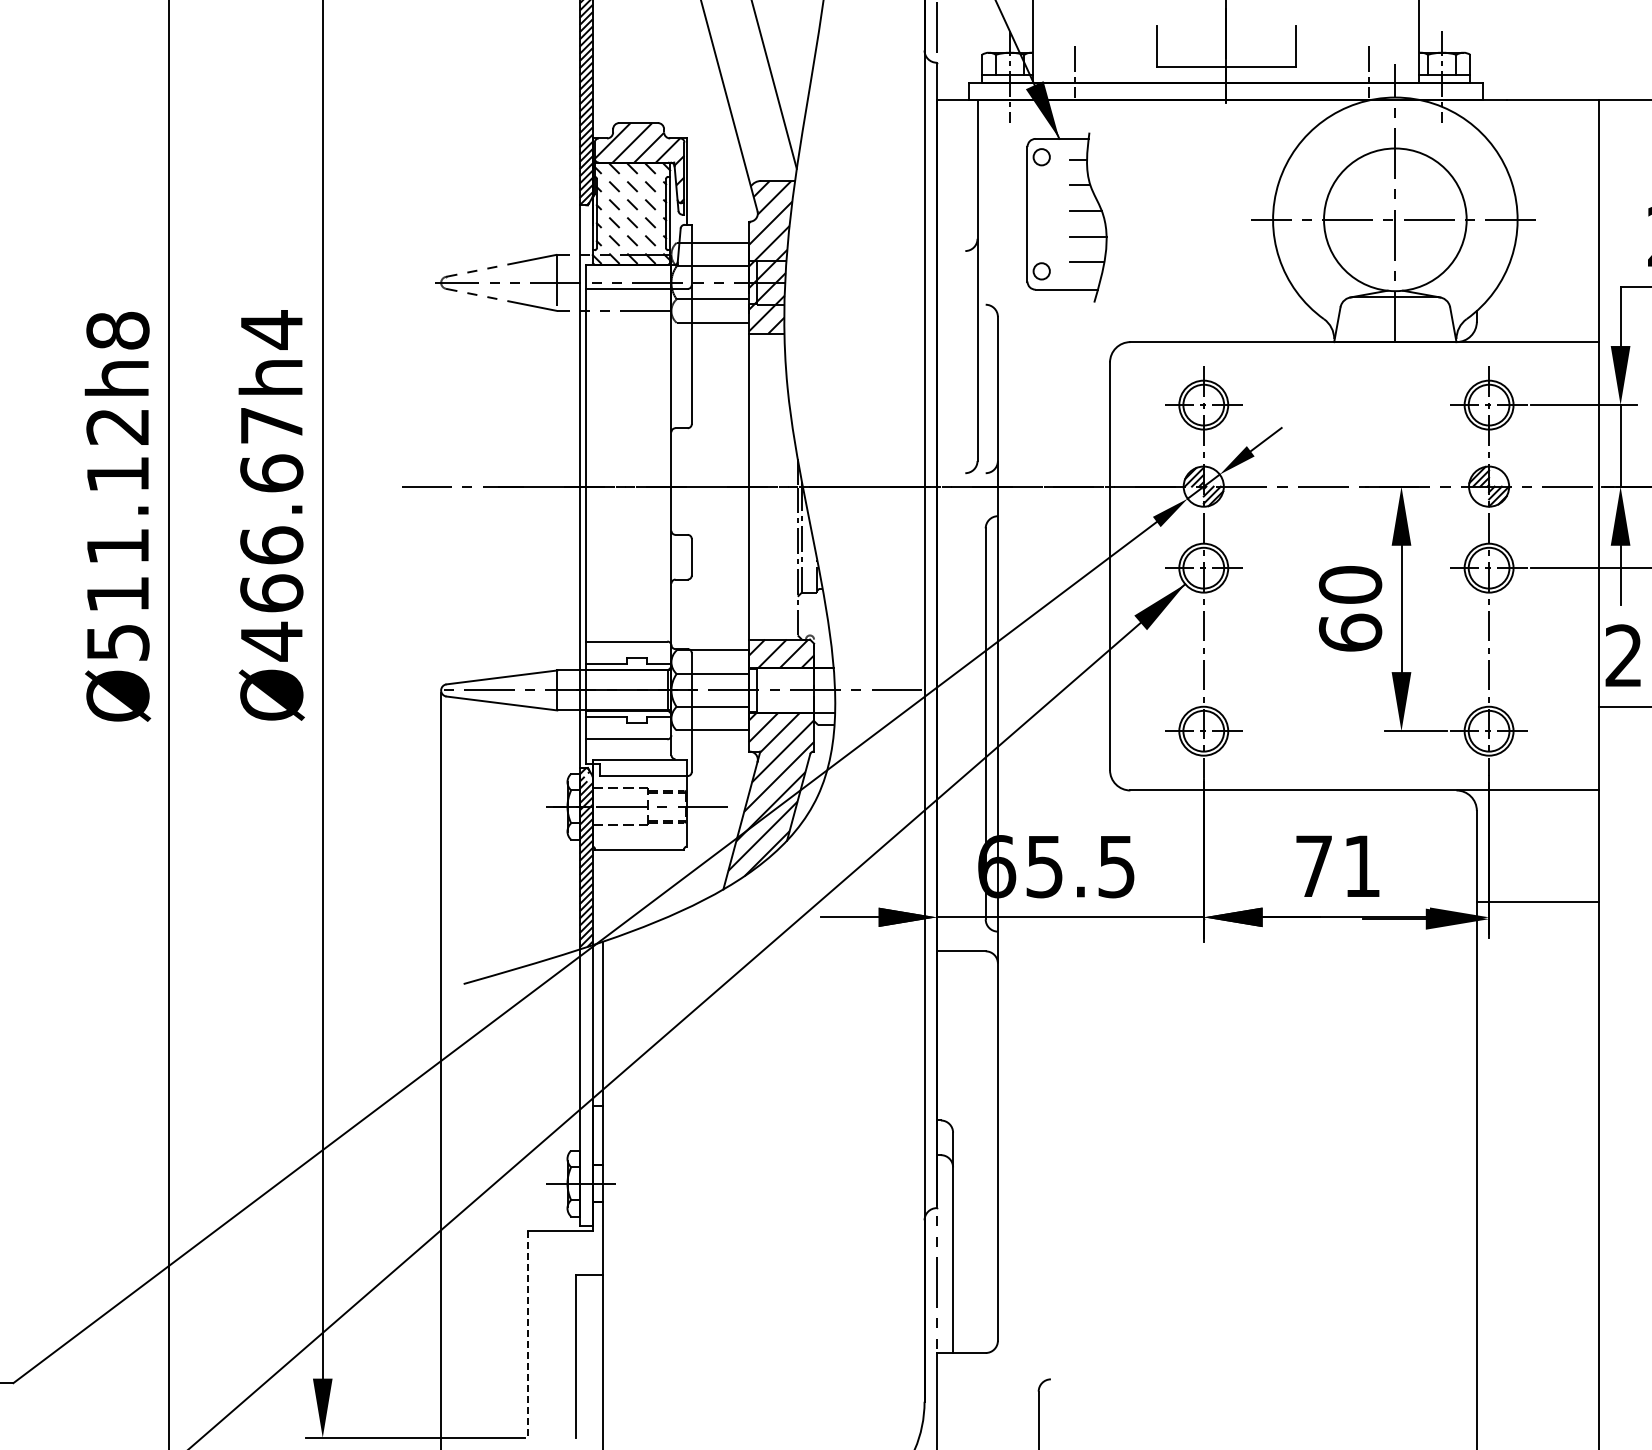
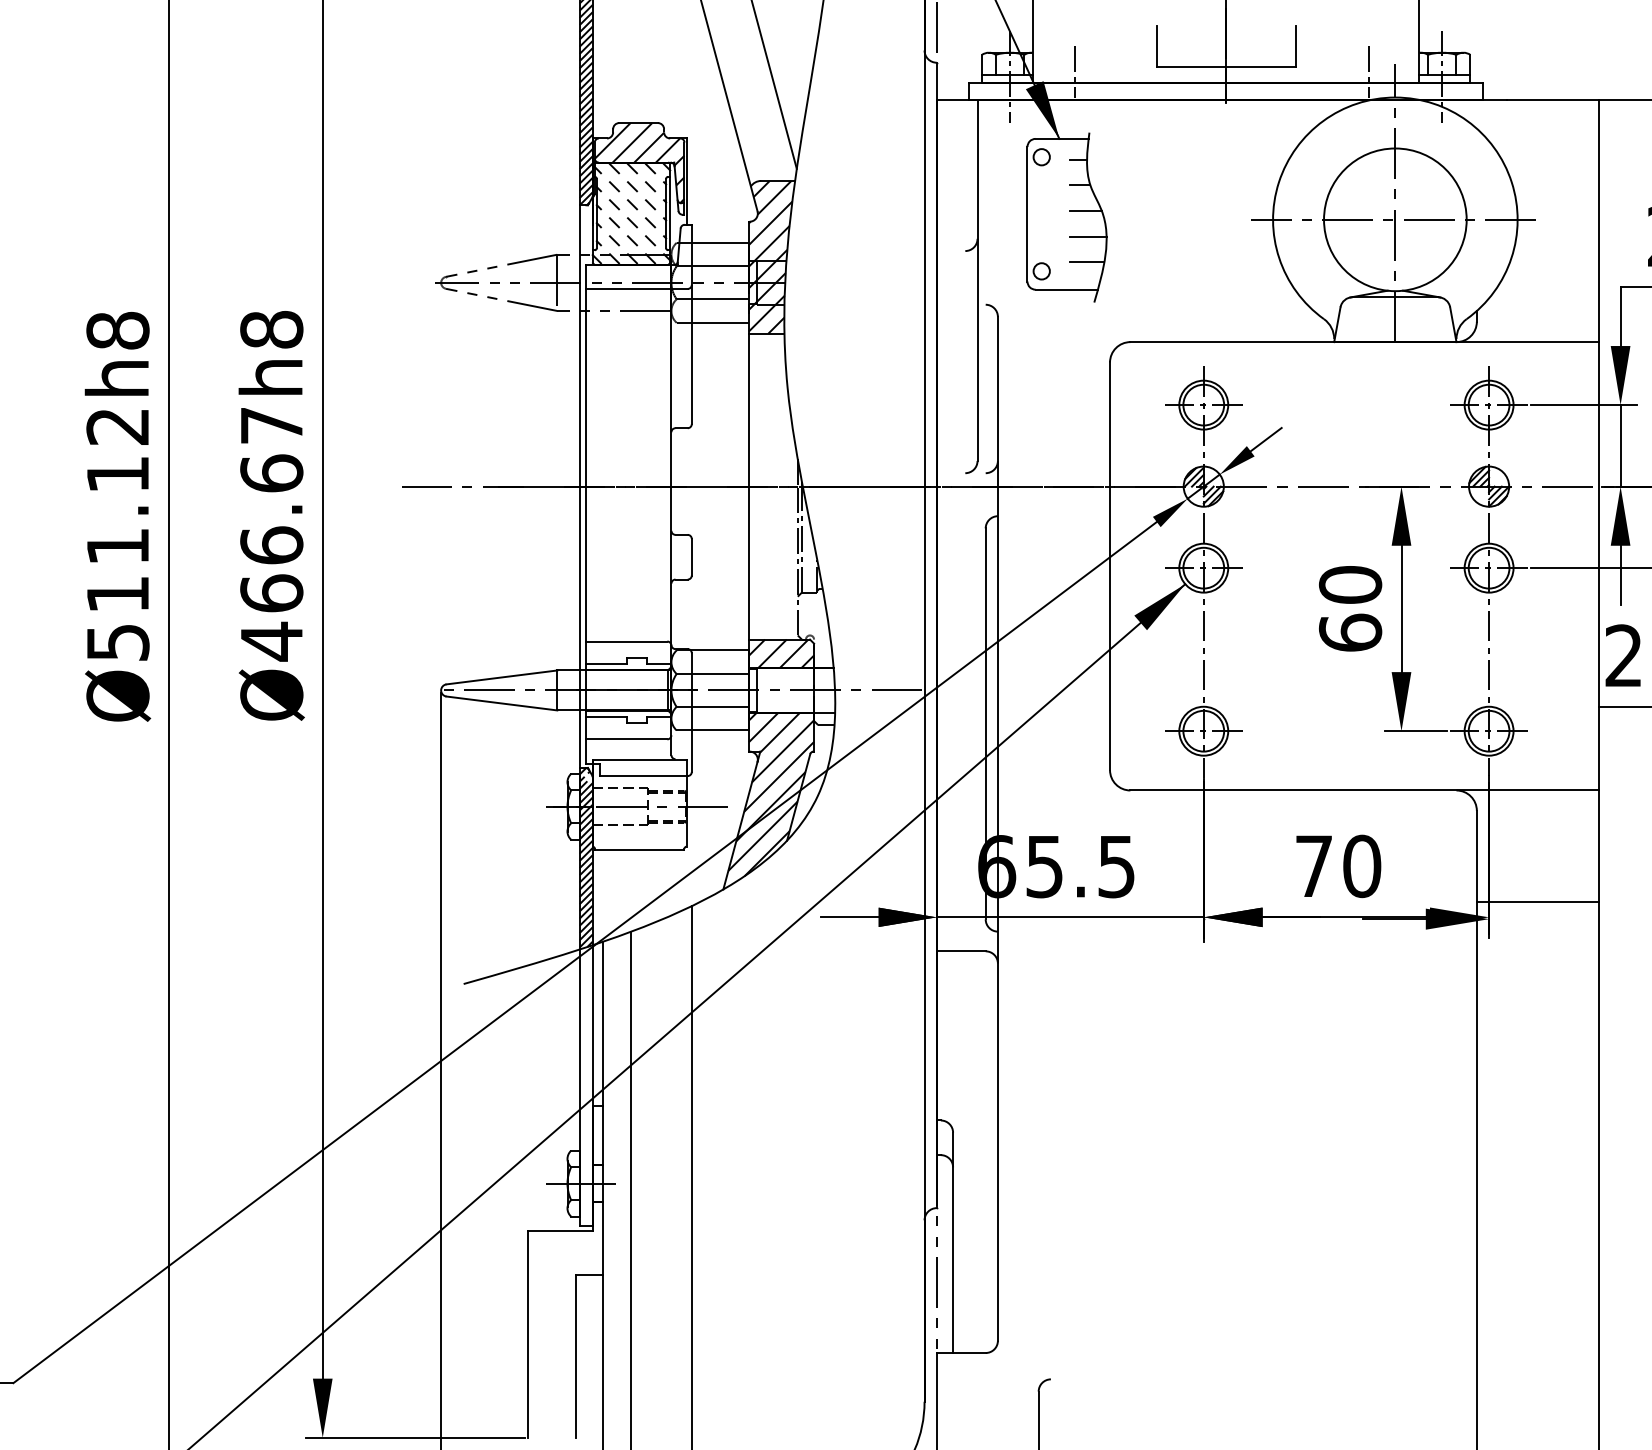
text at (271, 329): Ø466.67h4 -> Ø466.67h8
text at (1362, 866): 71 -> 70
line at (692, 1175): none -> present
line at (631, 1188): none -> present
line at (527, 1334): dashed -> solid
